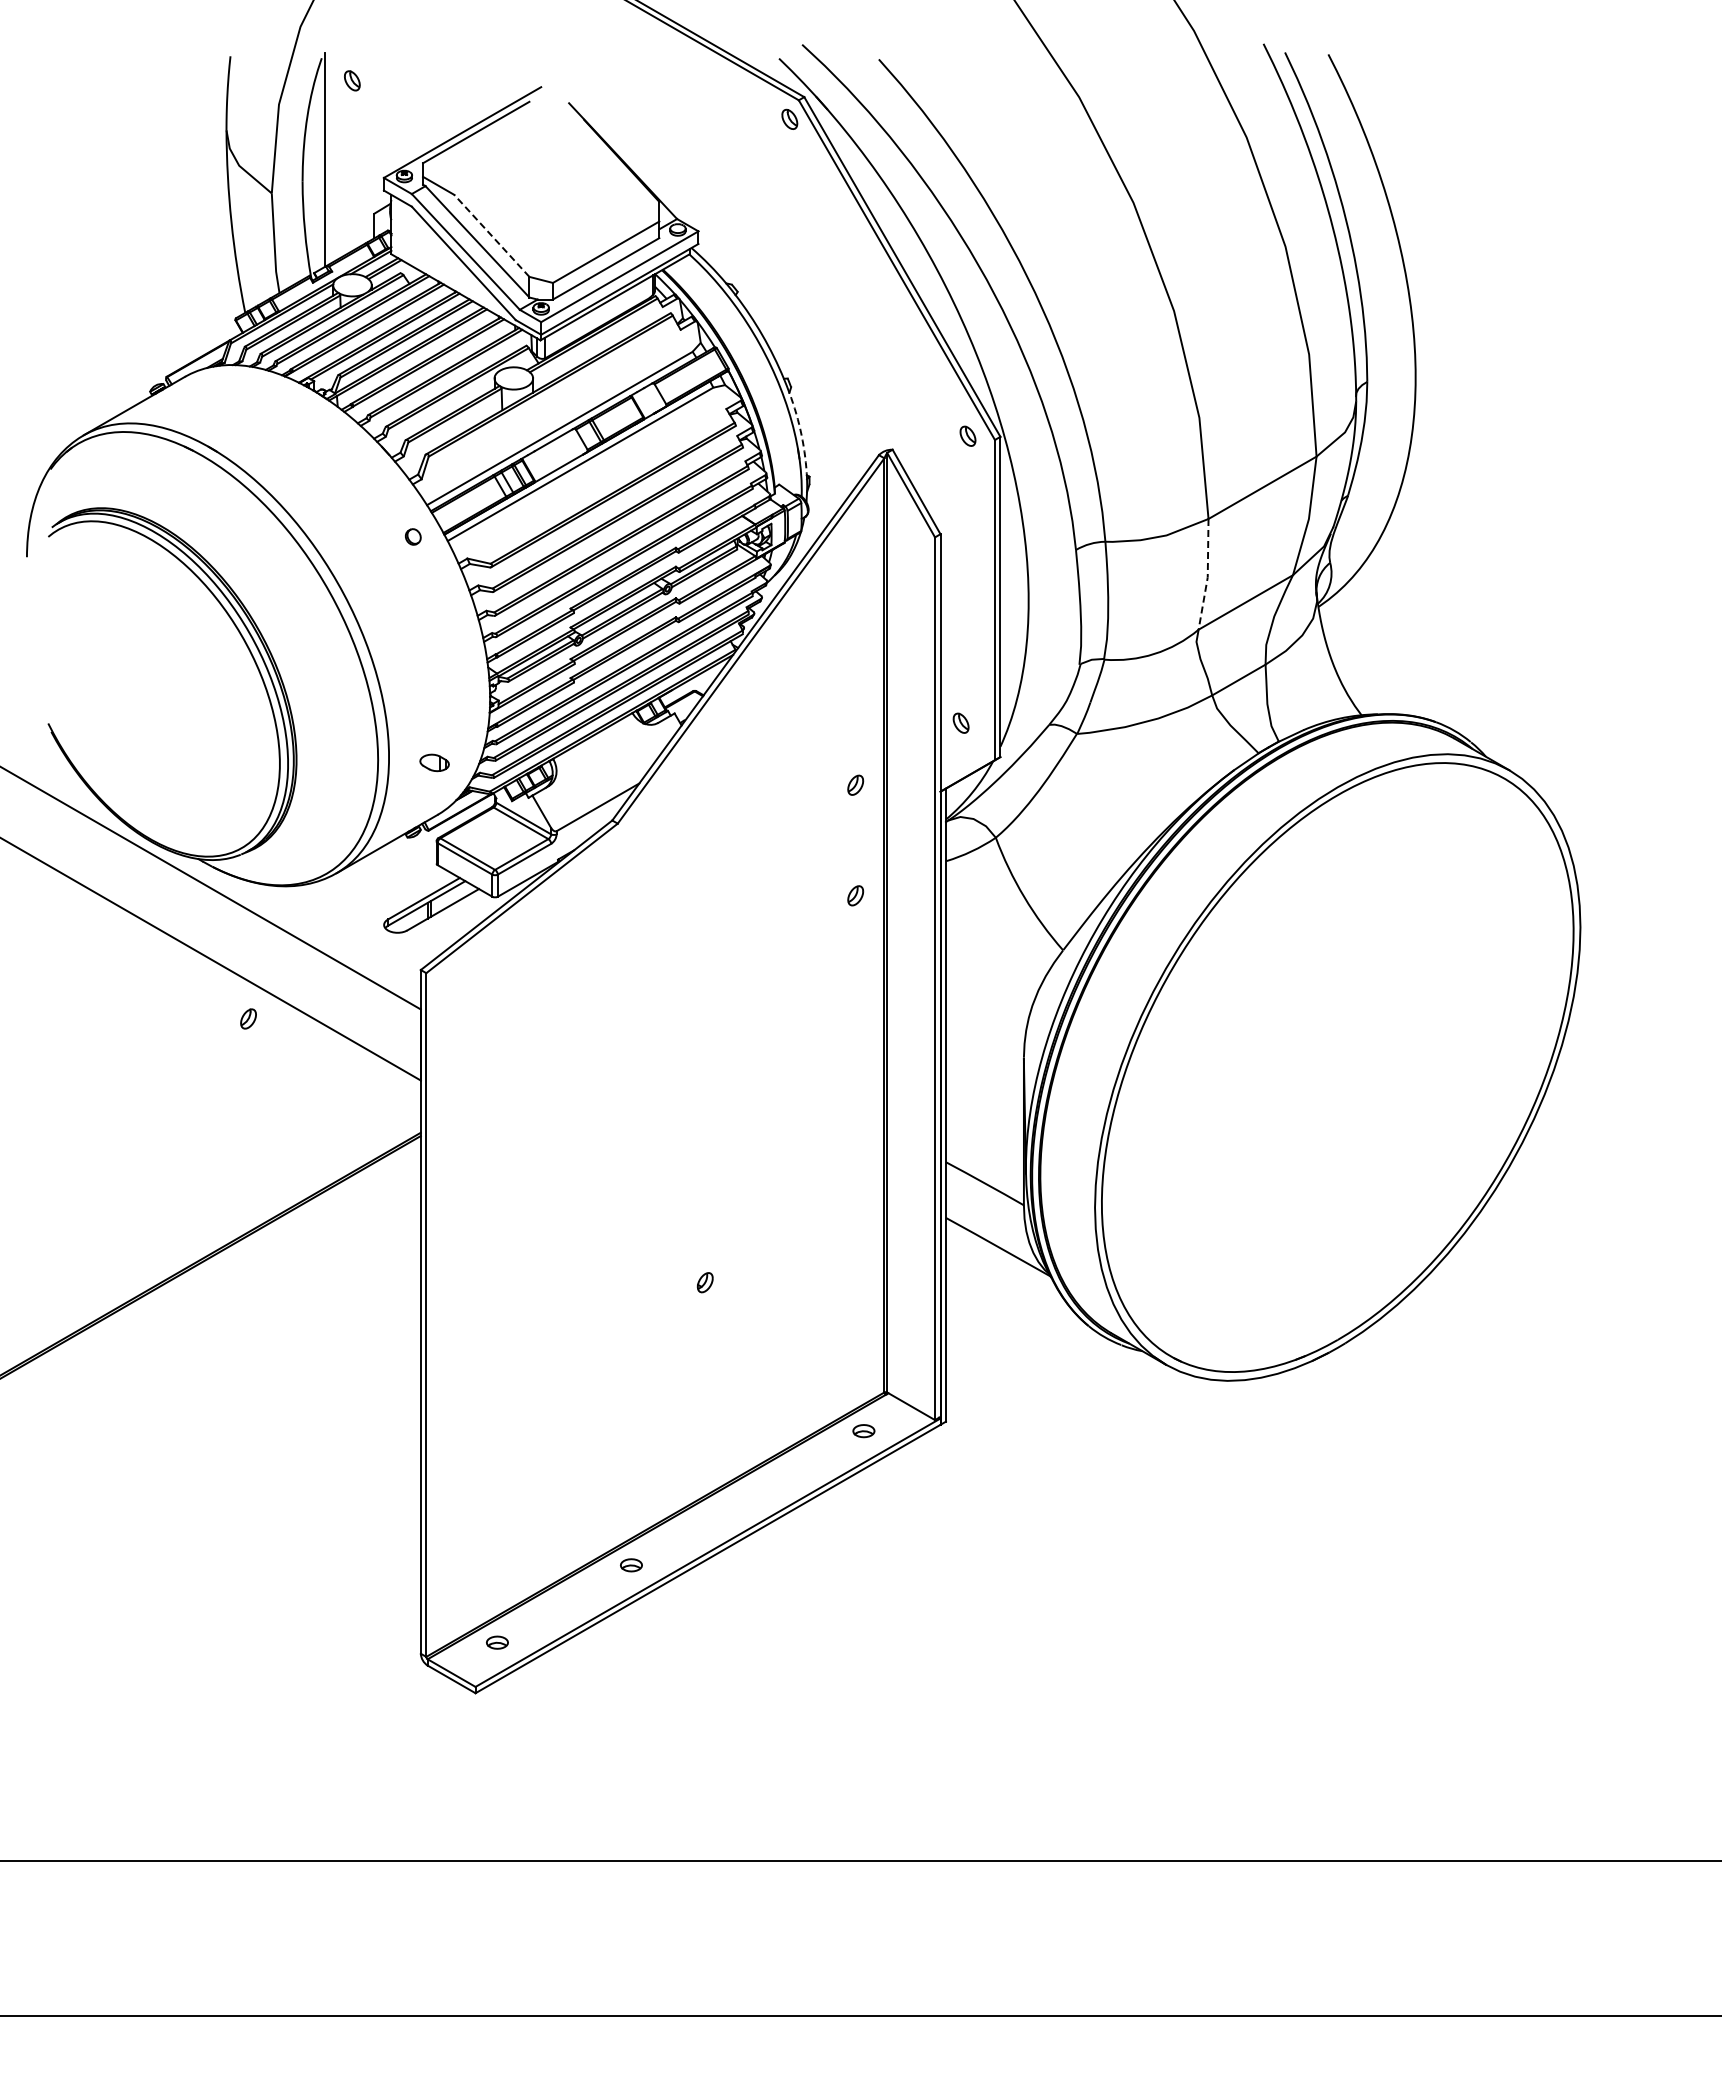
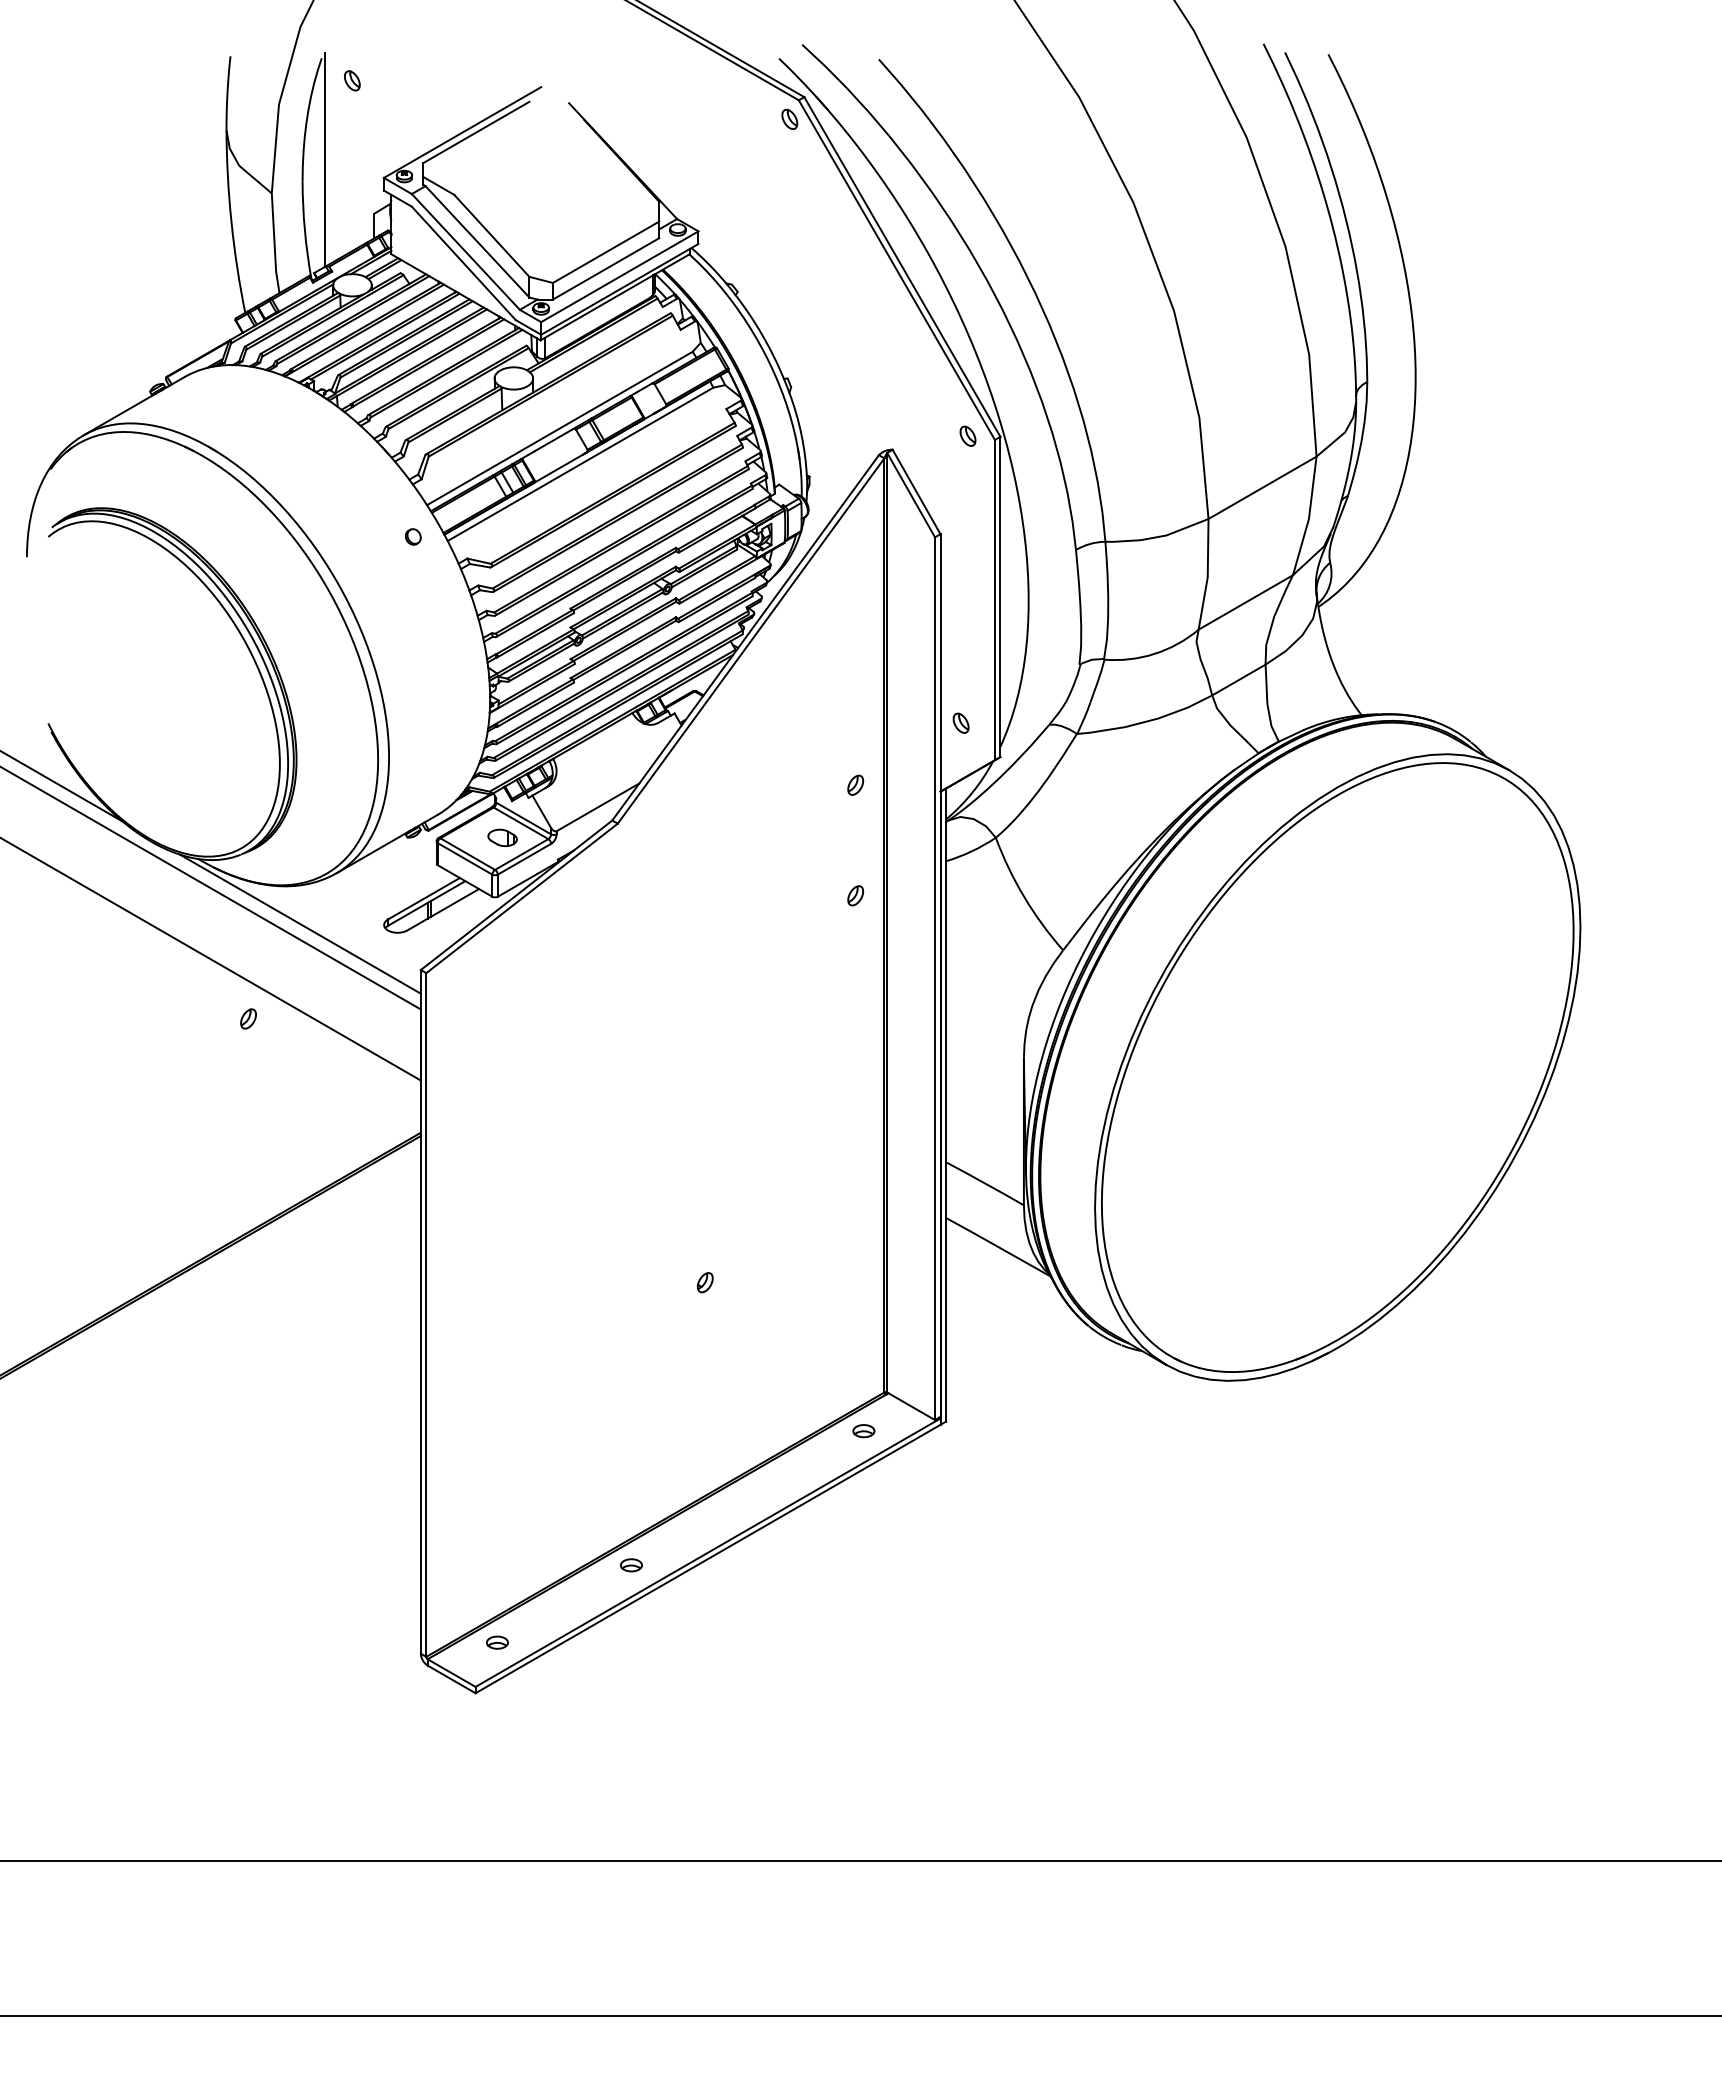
line at (491, 235): dashed -> solid
arc at (801, 435): dashed -> solid
line at (1207, 575): dashed -> solid
part at (434, 762) position: (434, 762) -> (502, 837)
line at (62, 786): none -> present
line at (299, 923): none -> present
